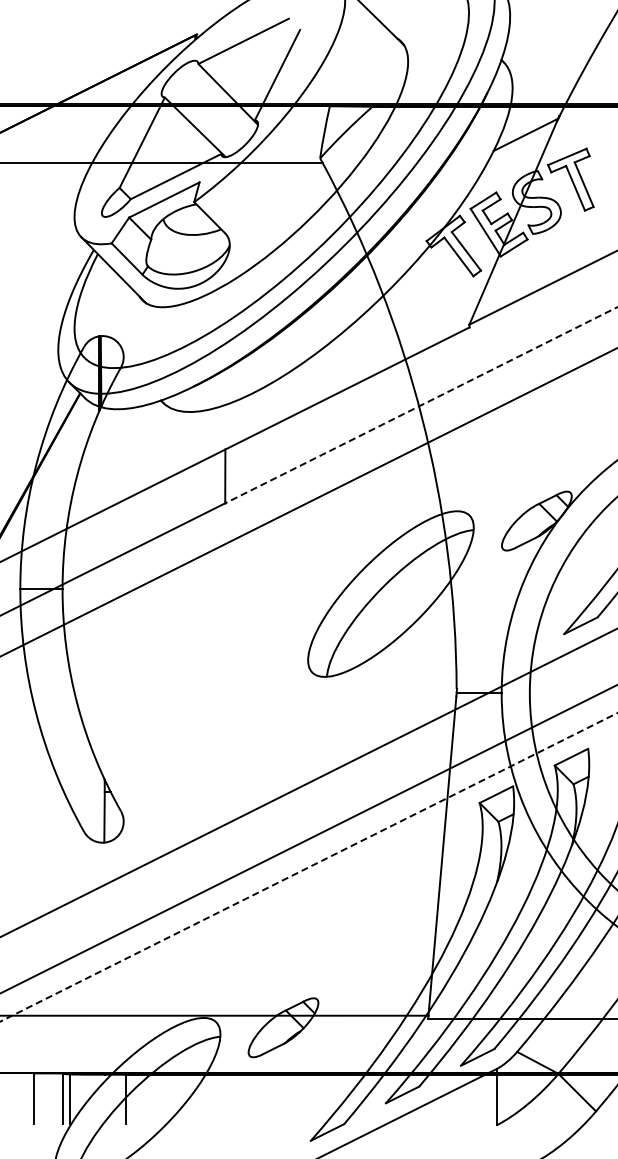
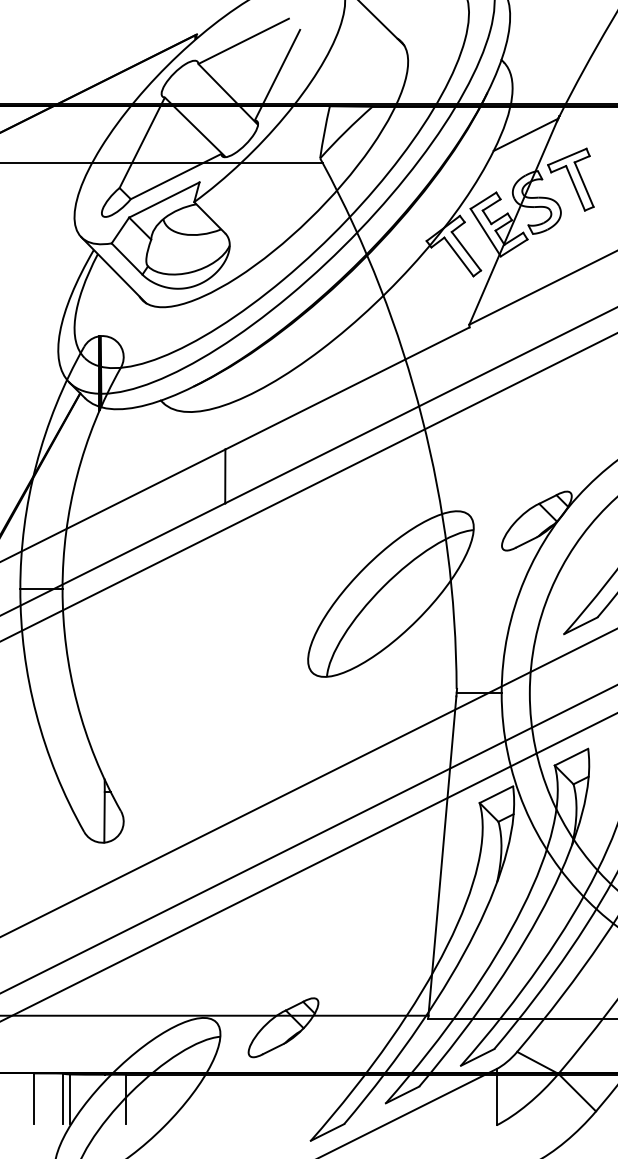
line at (420, 405): dashed -> solid
line at (308, 502) position: (308, 502) -> (308, 487)
line at (309, 867): dashed -> solid
